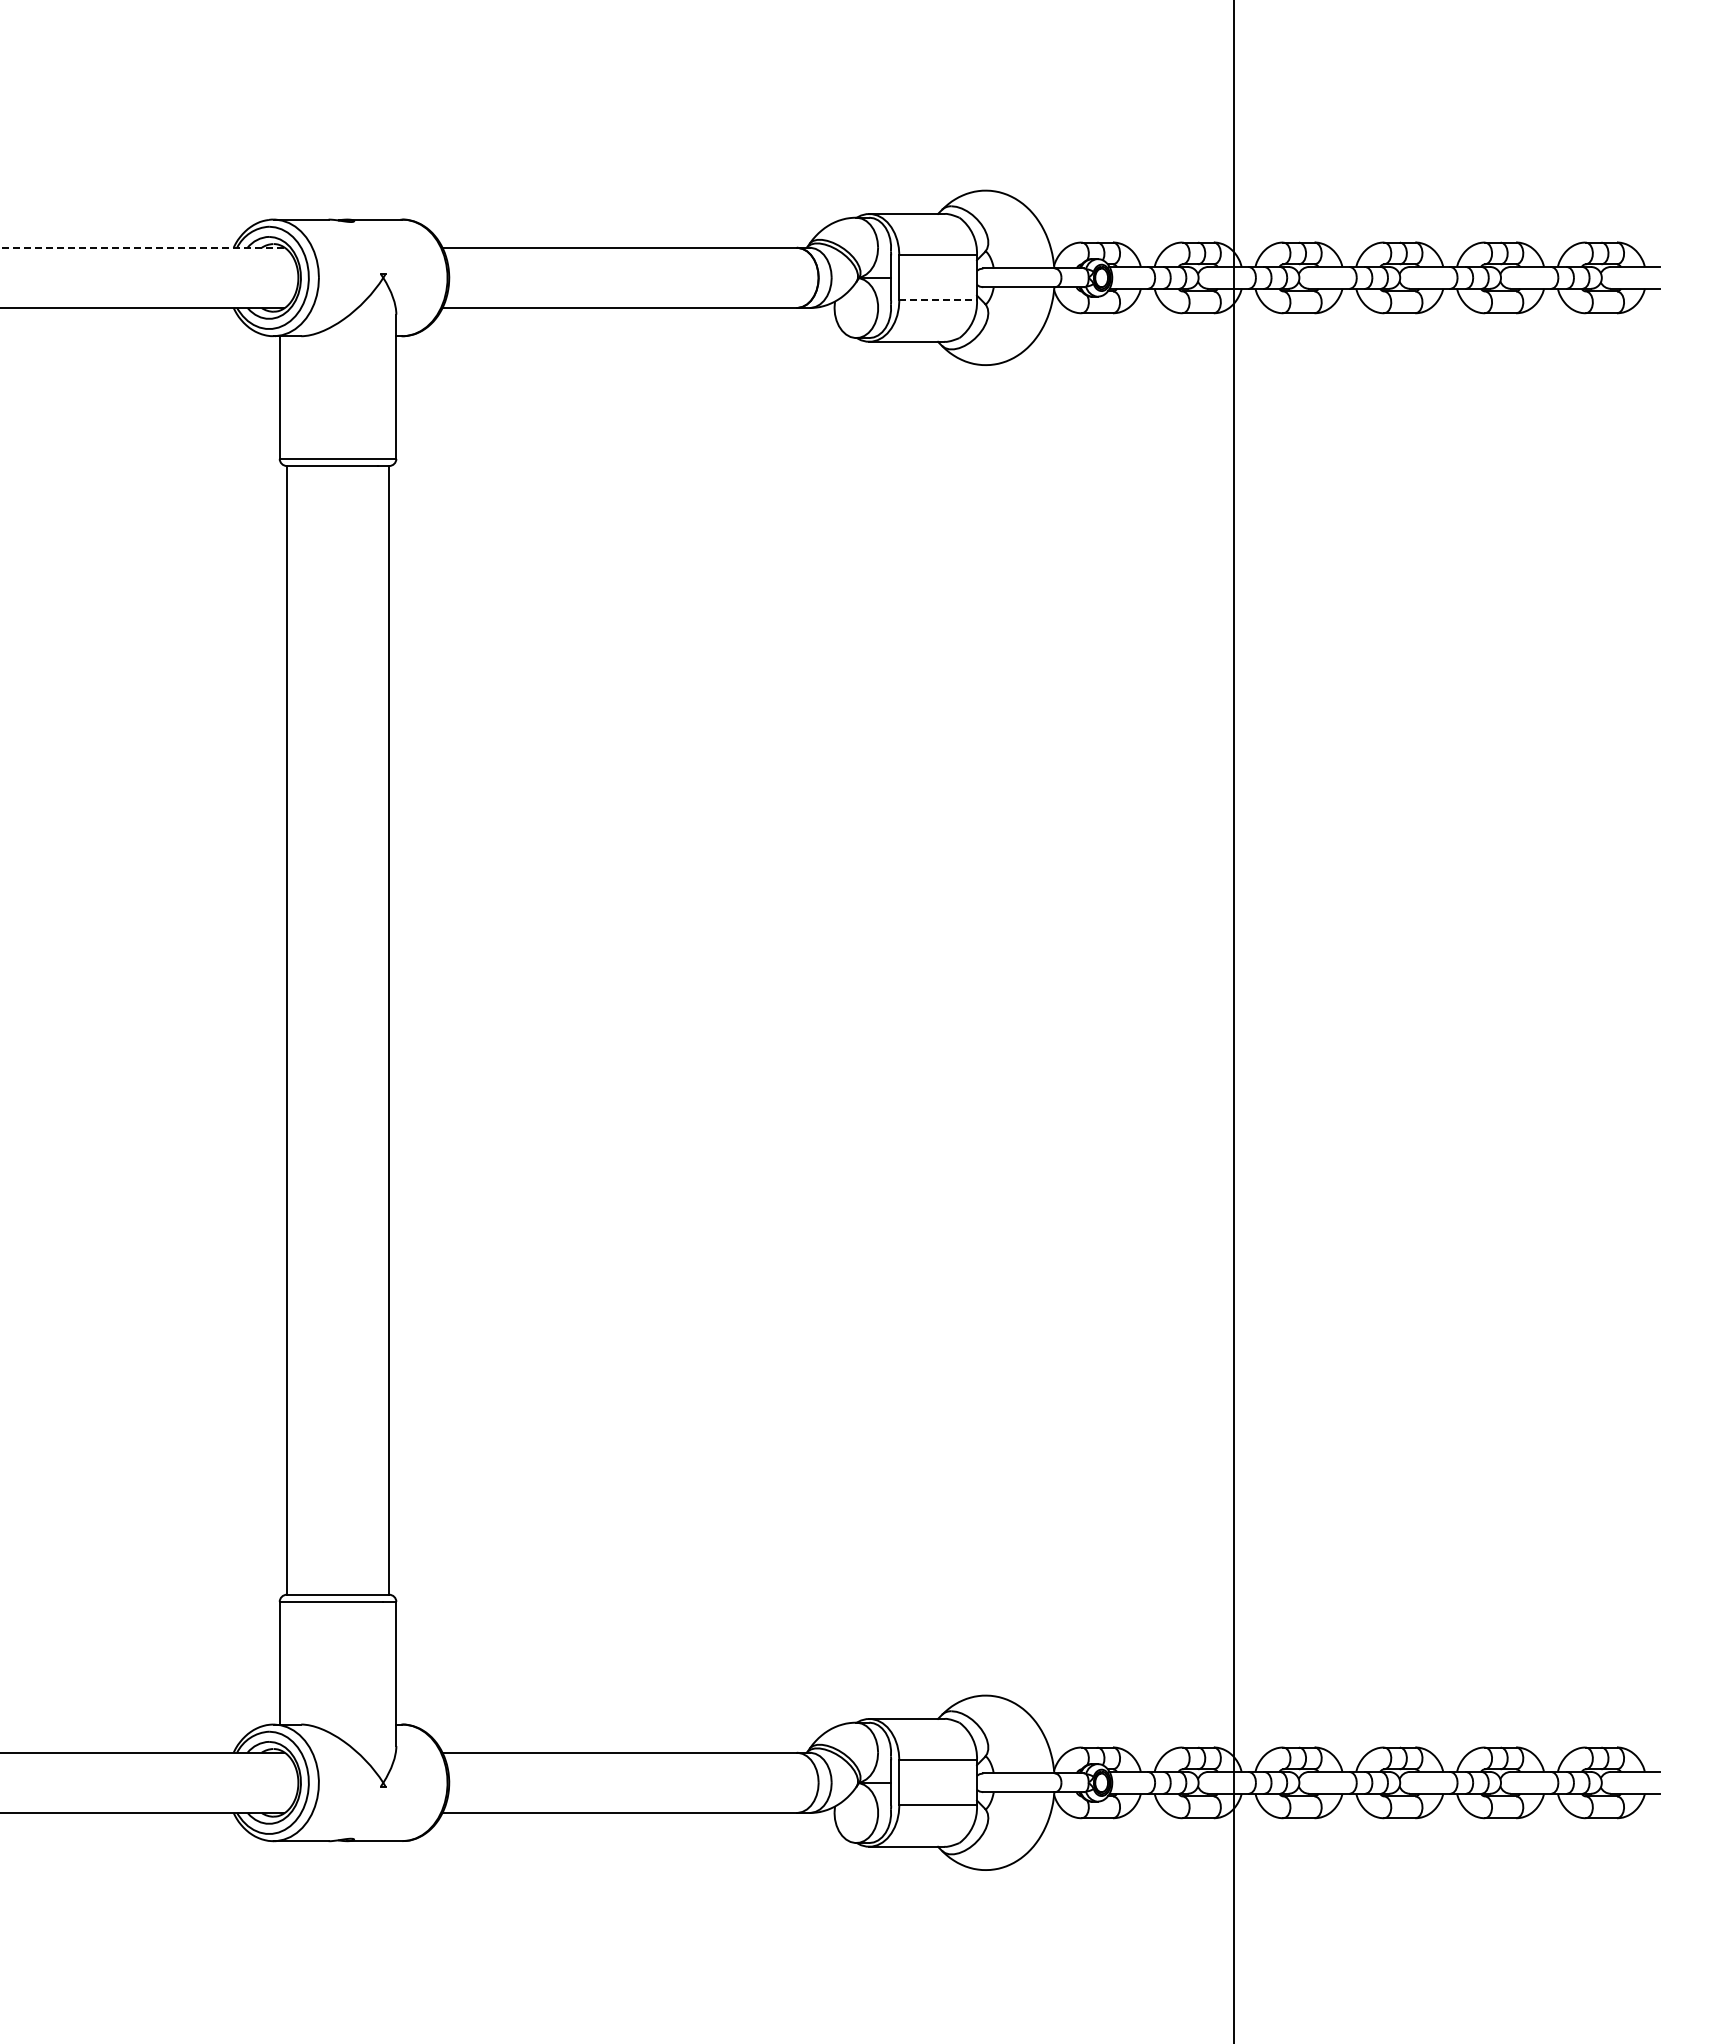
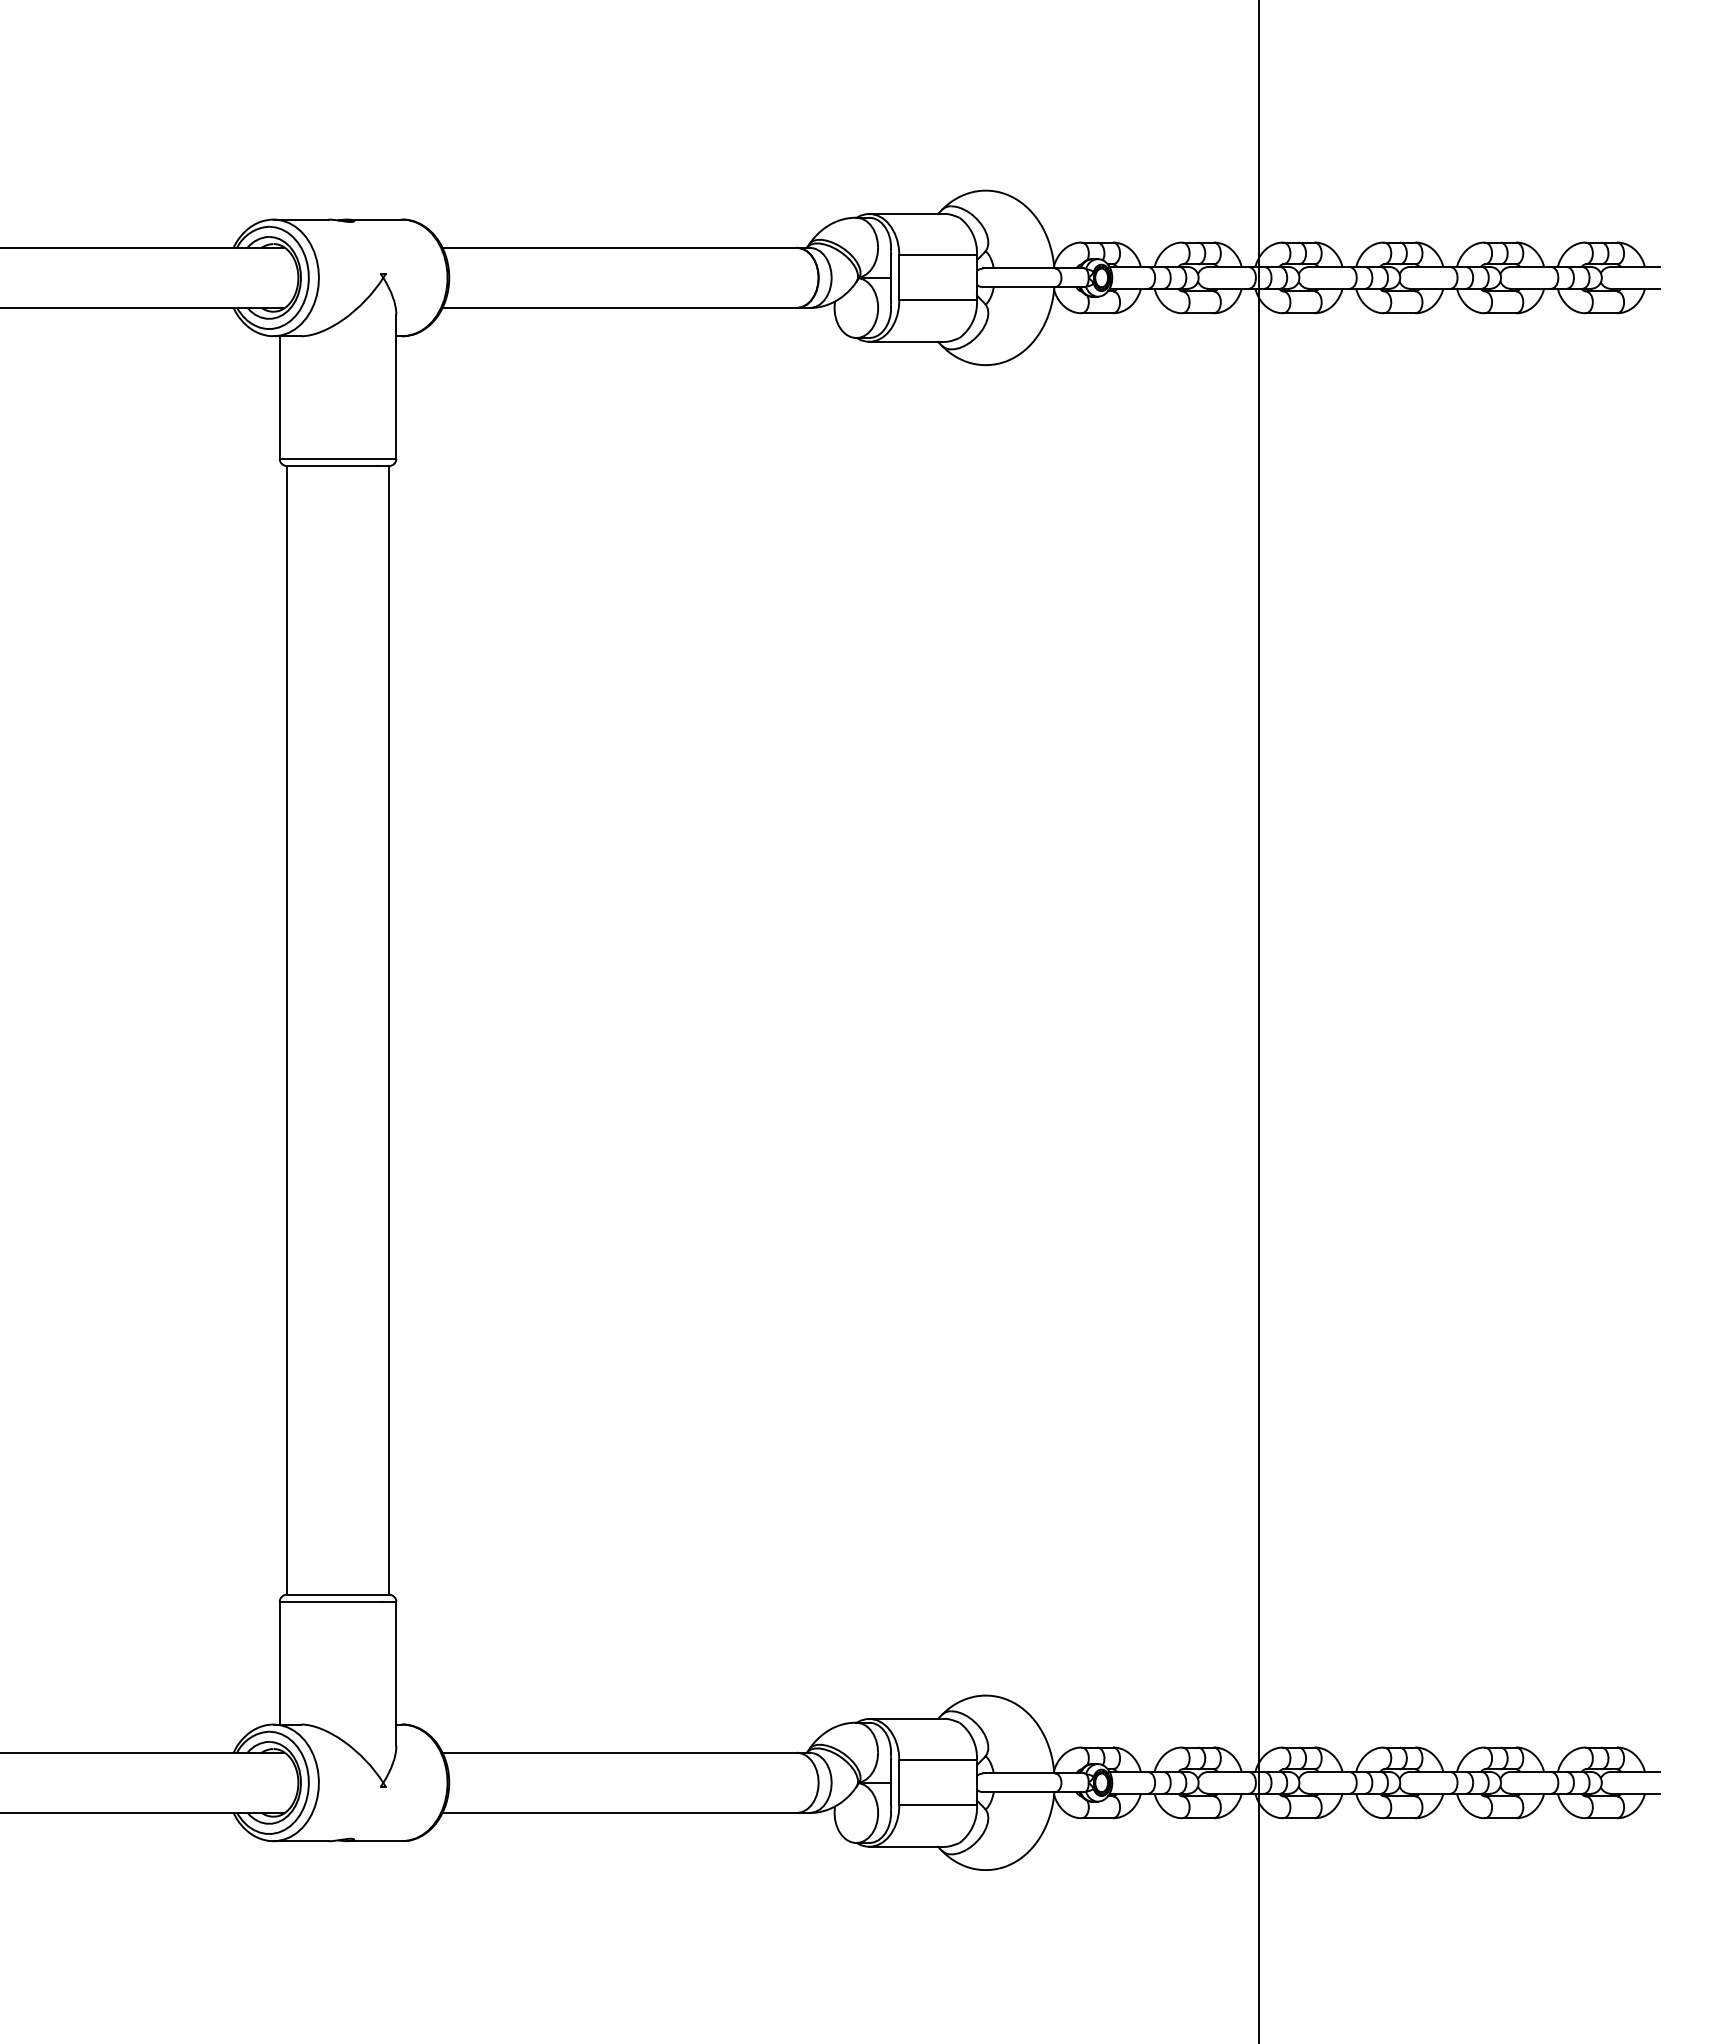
line at (142, 247): dashed -> solid
line at (938, 300): dashed -> solid
line at (1234, 1021) position: (1234, 1021) -> (1259, 1021)
